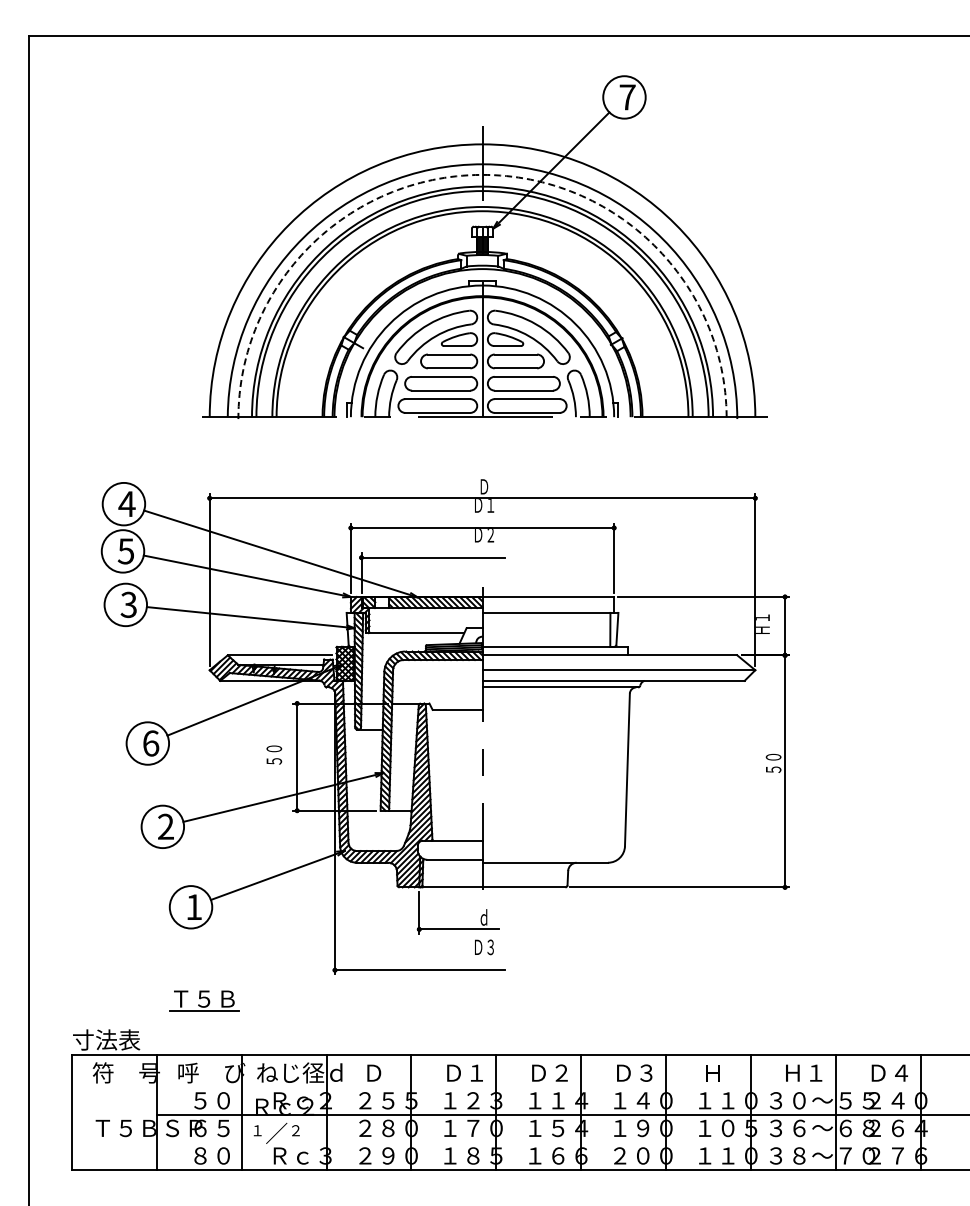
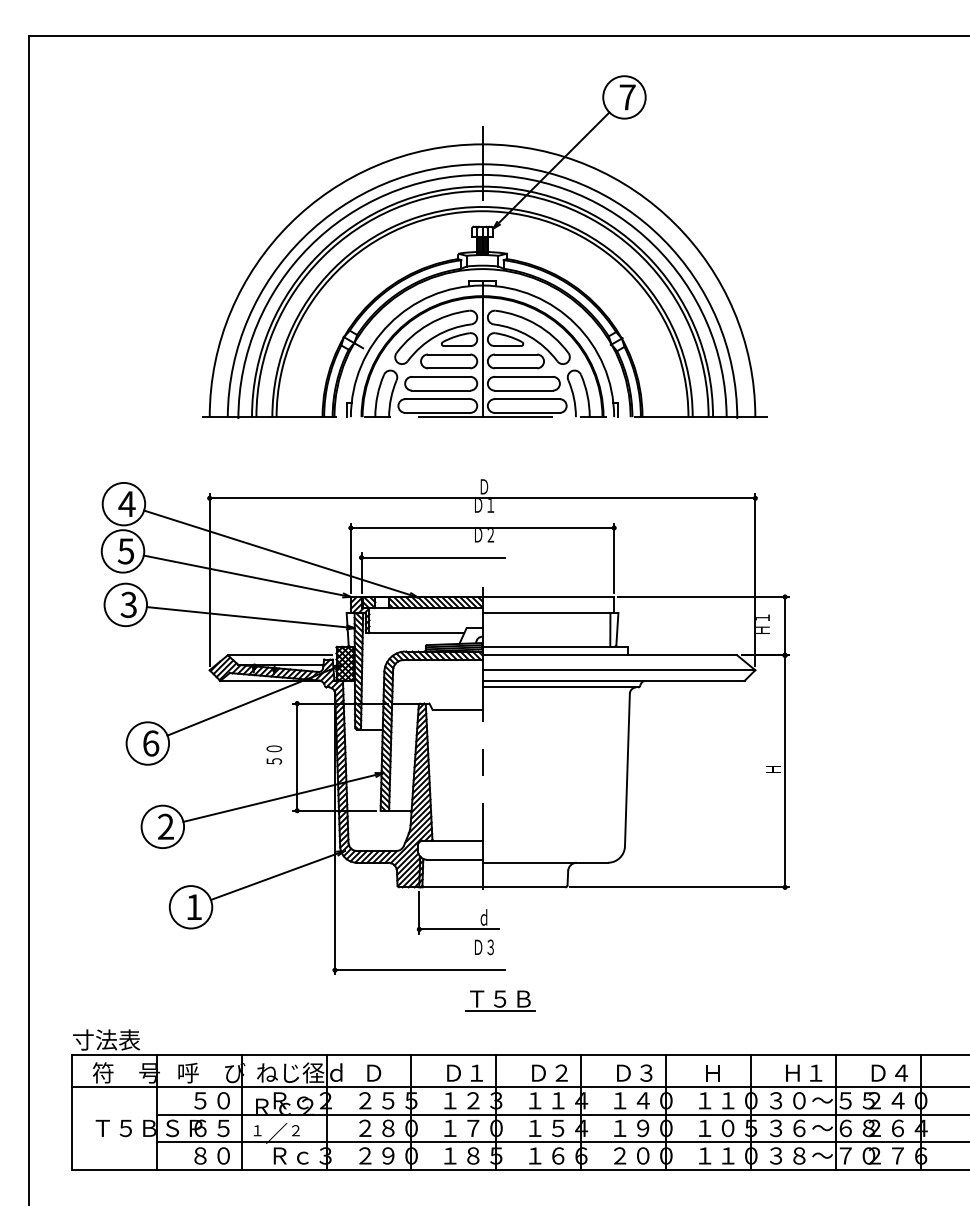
arc at (481, 174): dashed -> solid
text at (773, 762): ５０ -> Ｈ
part at (204, 1000) position: (204, 1000) -> (500, 1000)
line at (518, 1087): none -> present
line at (561, 1142): none -> present
